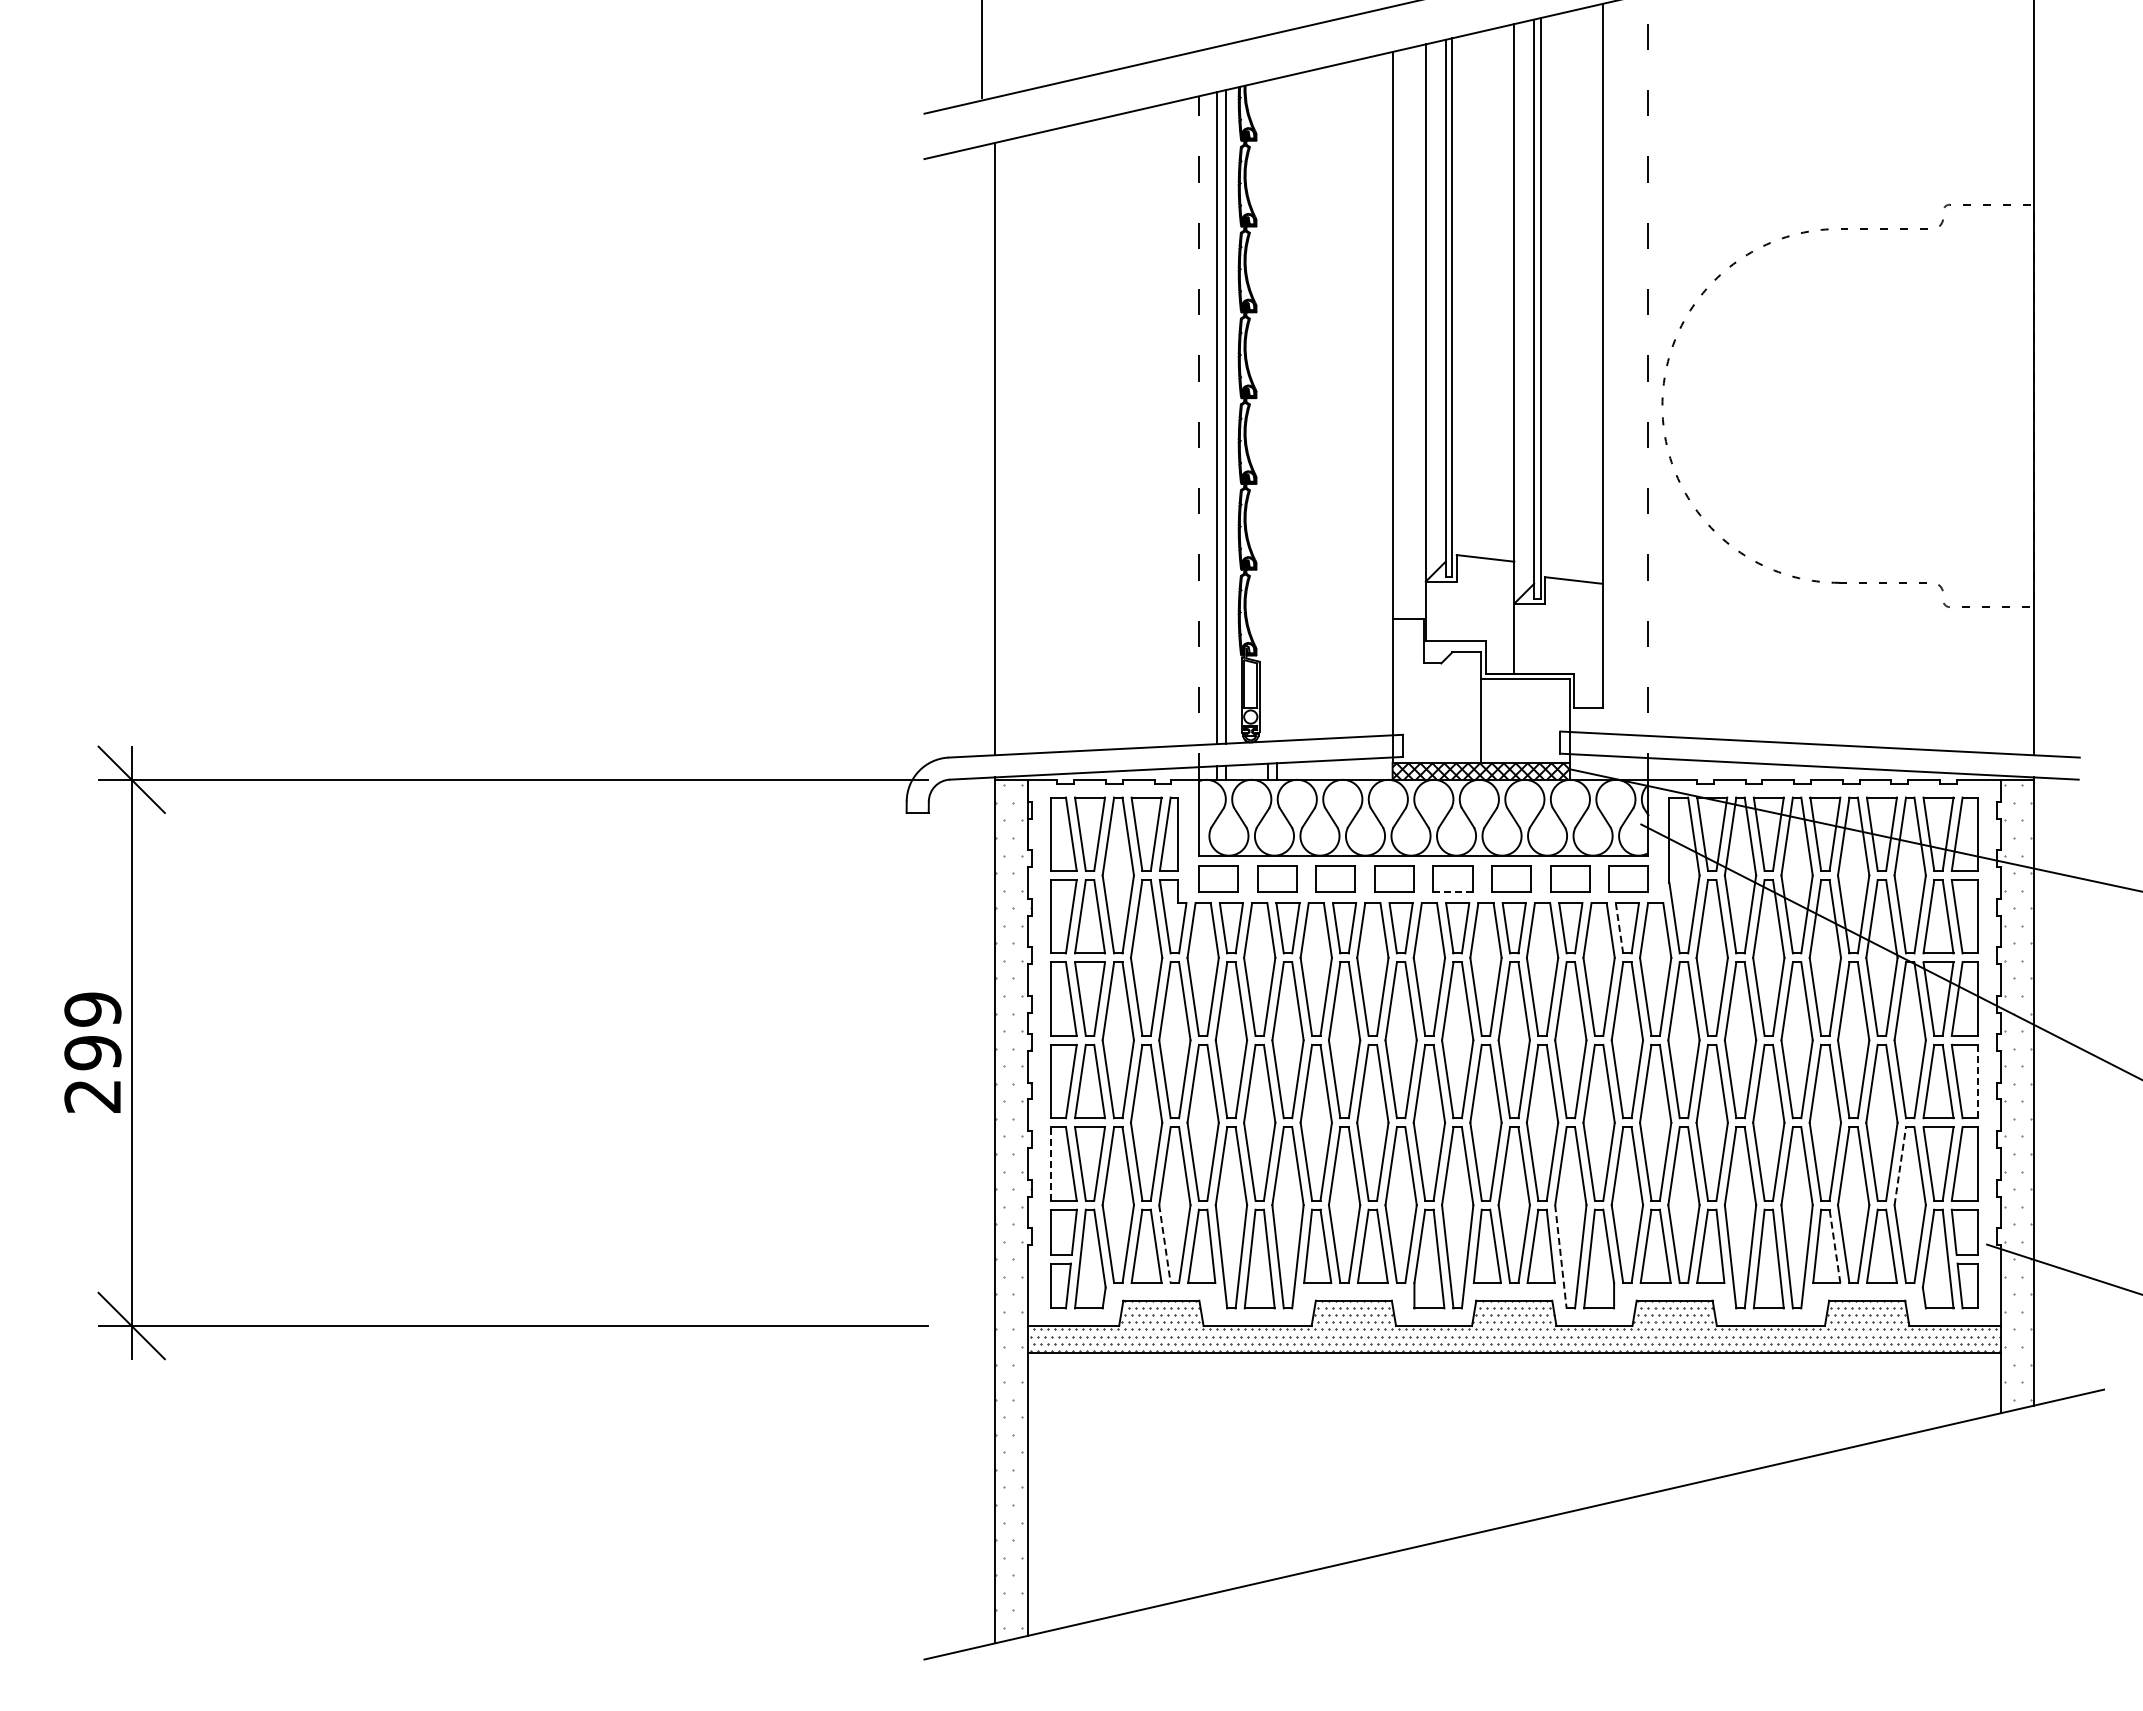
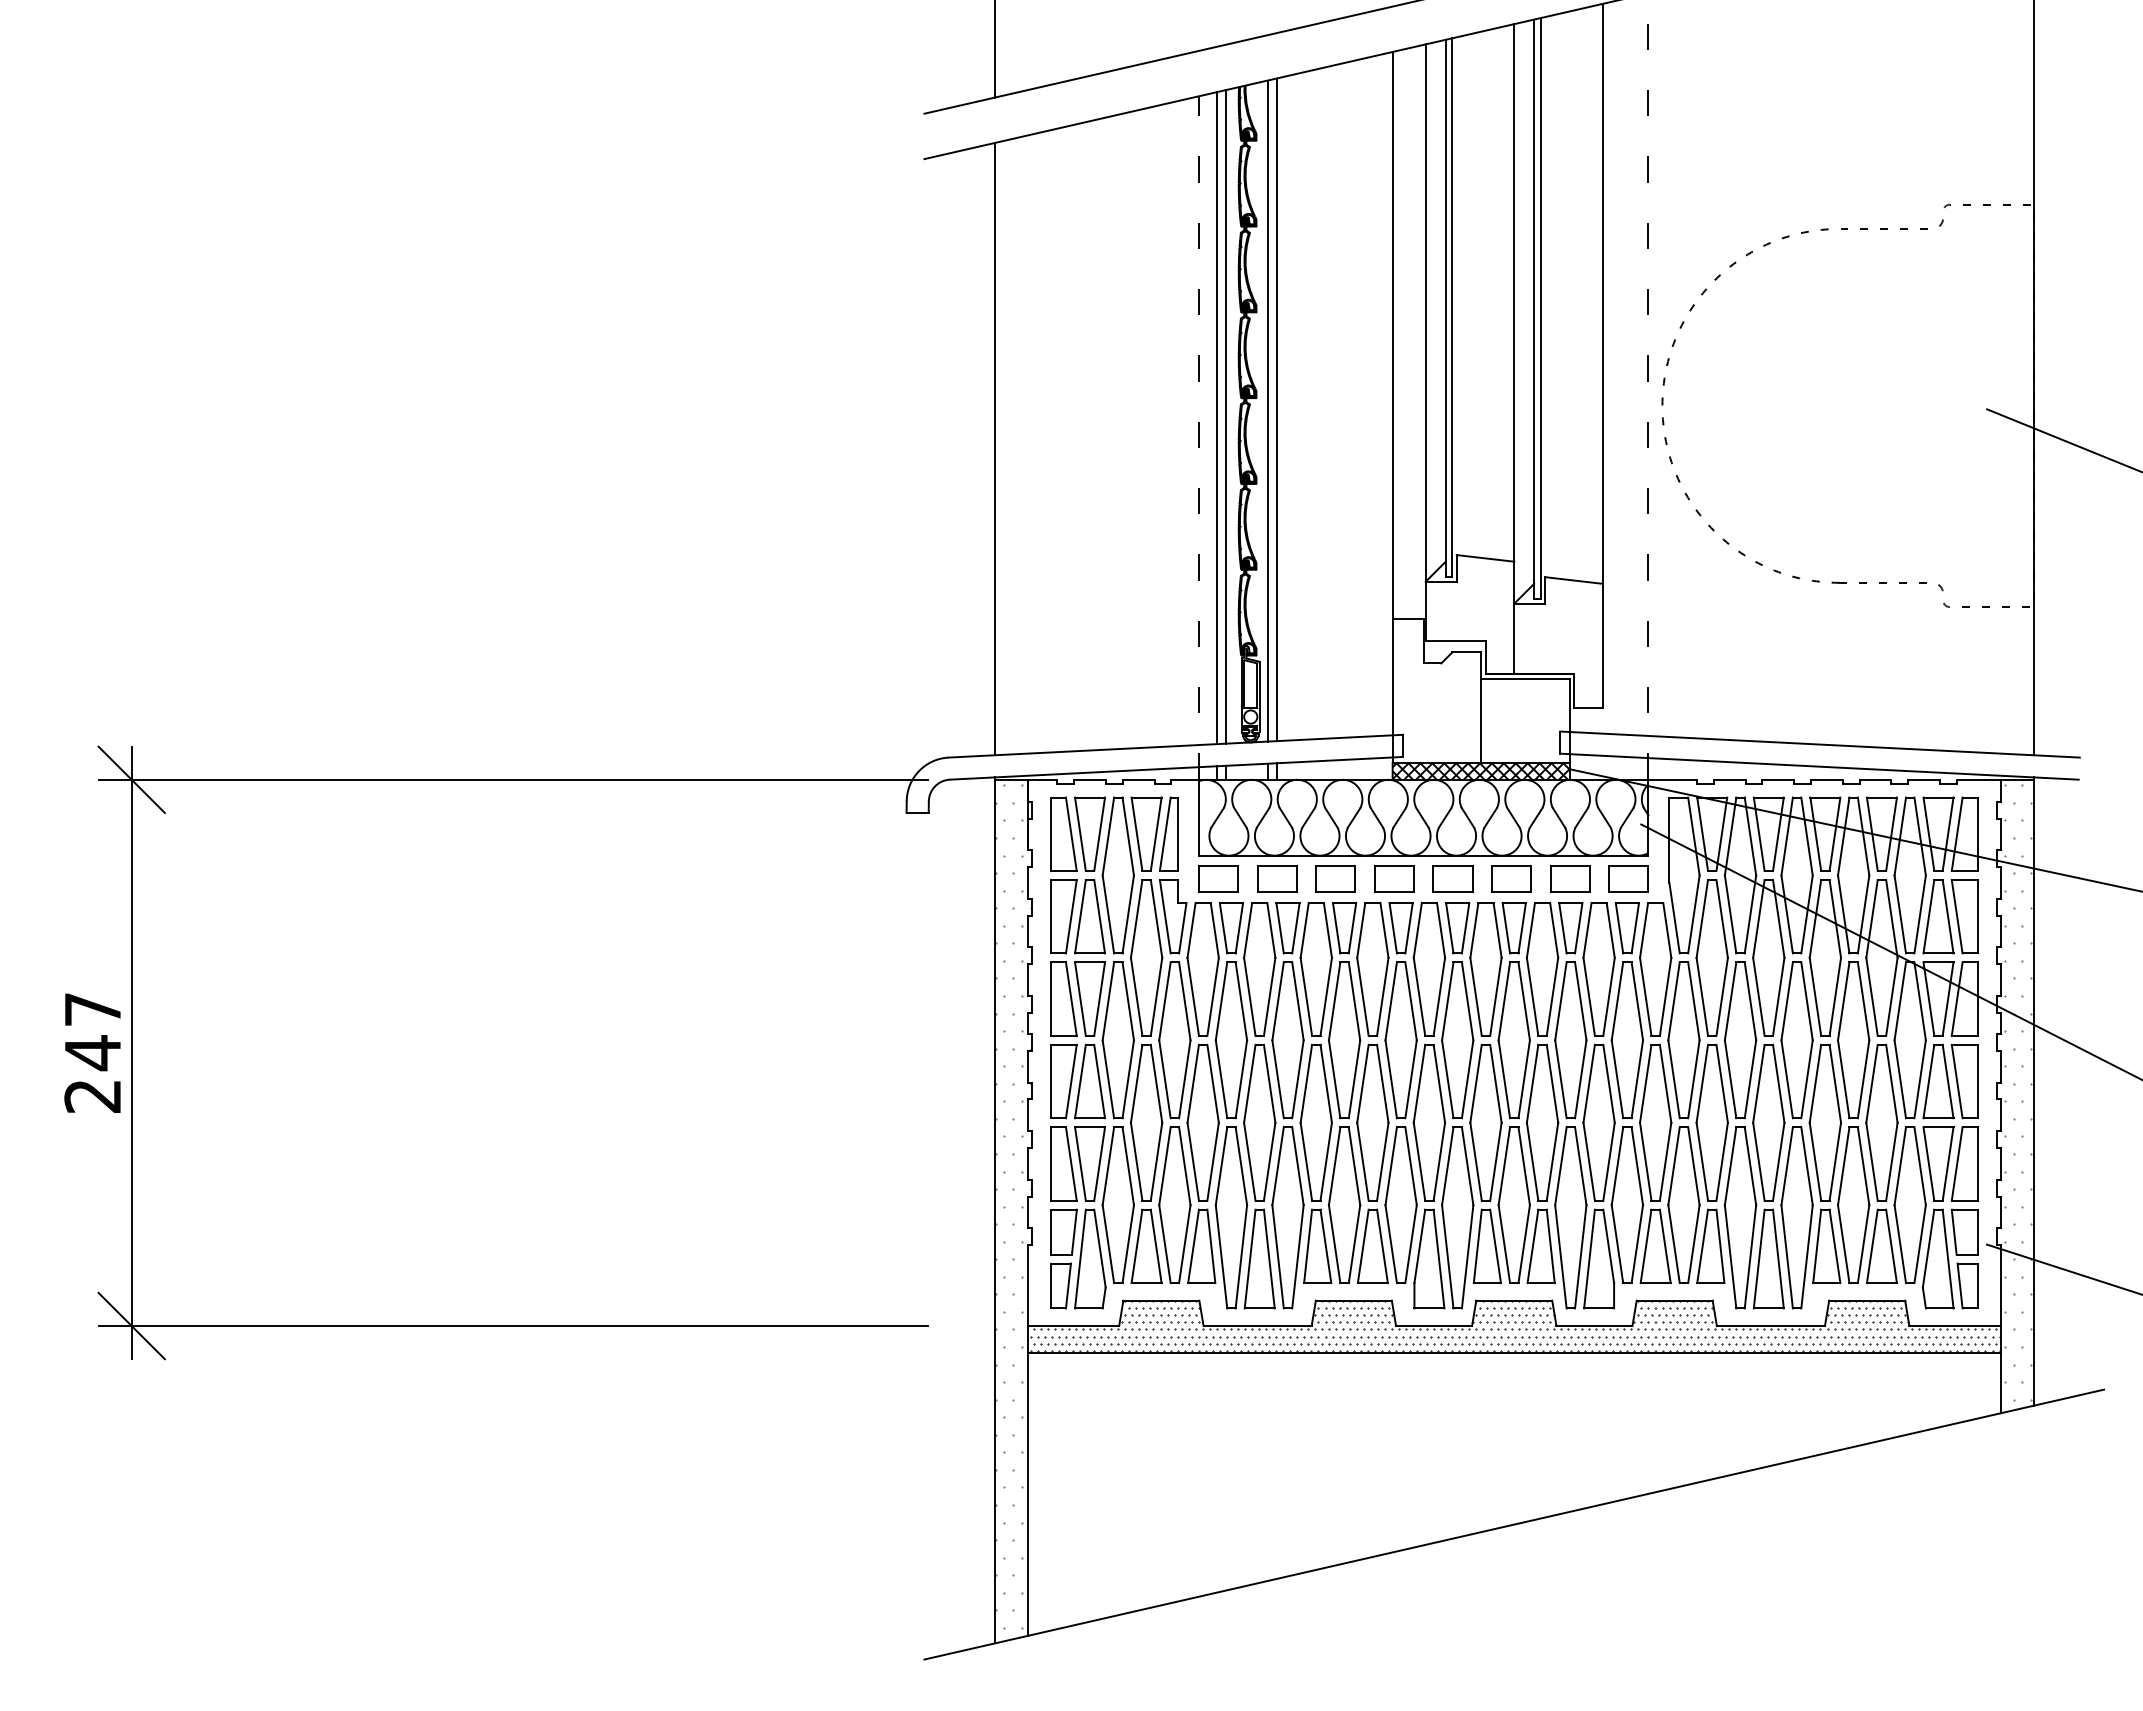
line at (981, 49) position: (981, 49) -> (994, 49)
line at (1276, 409): none -> present
line at (1267, 410): none -> present
line at (2063, 440): none -> present
line at (1452, 891): dashed -> solid
line at (1619, 928): dashed -> solid
text at (92, 1031): 299 -> 247
line at (1977, 1081): dashed -> solid
line at (1050, 1163): dashed -> solid
line at (1900, 1165): dashed -> solid
line at (1165, 1244): dashed -> solid
line at (1834, 1245): dashed -> solid
line at (1560, 1256): dashed -> solid
